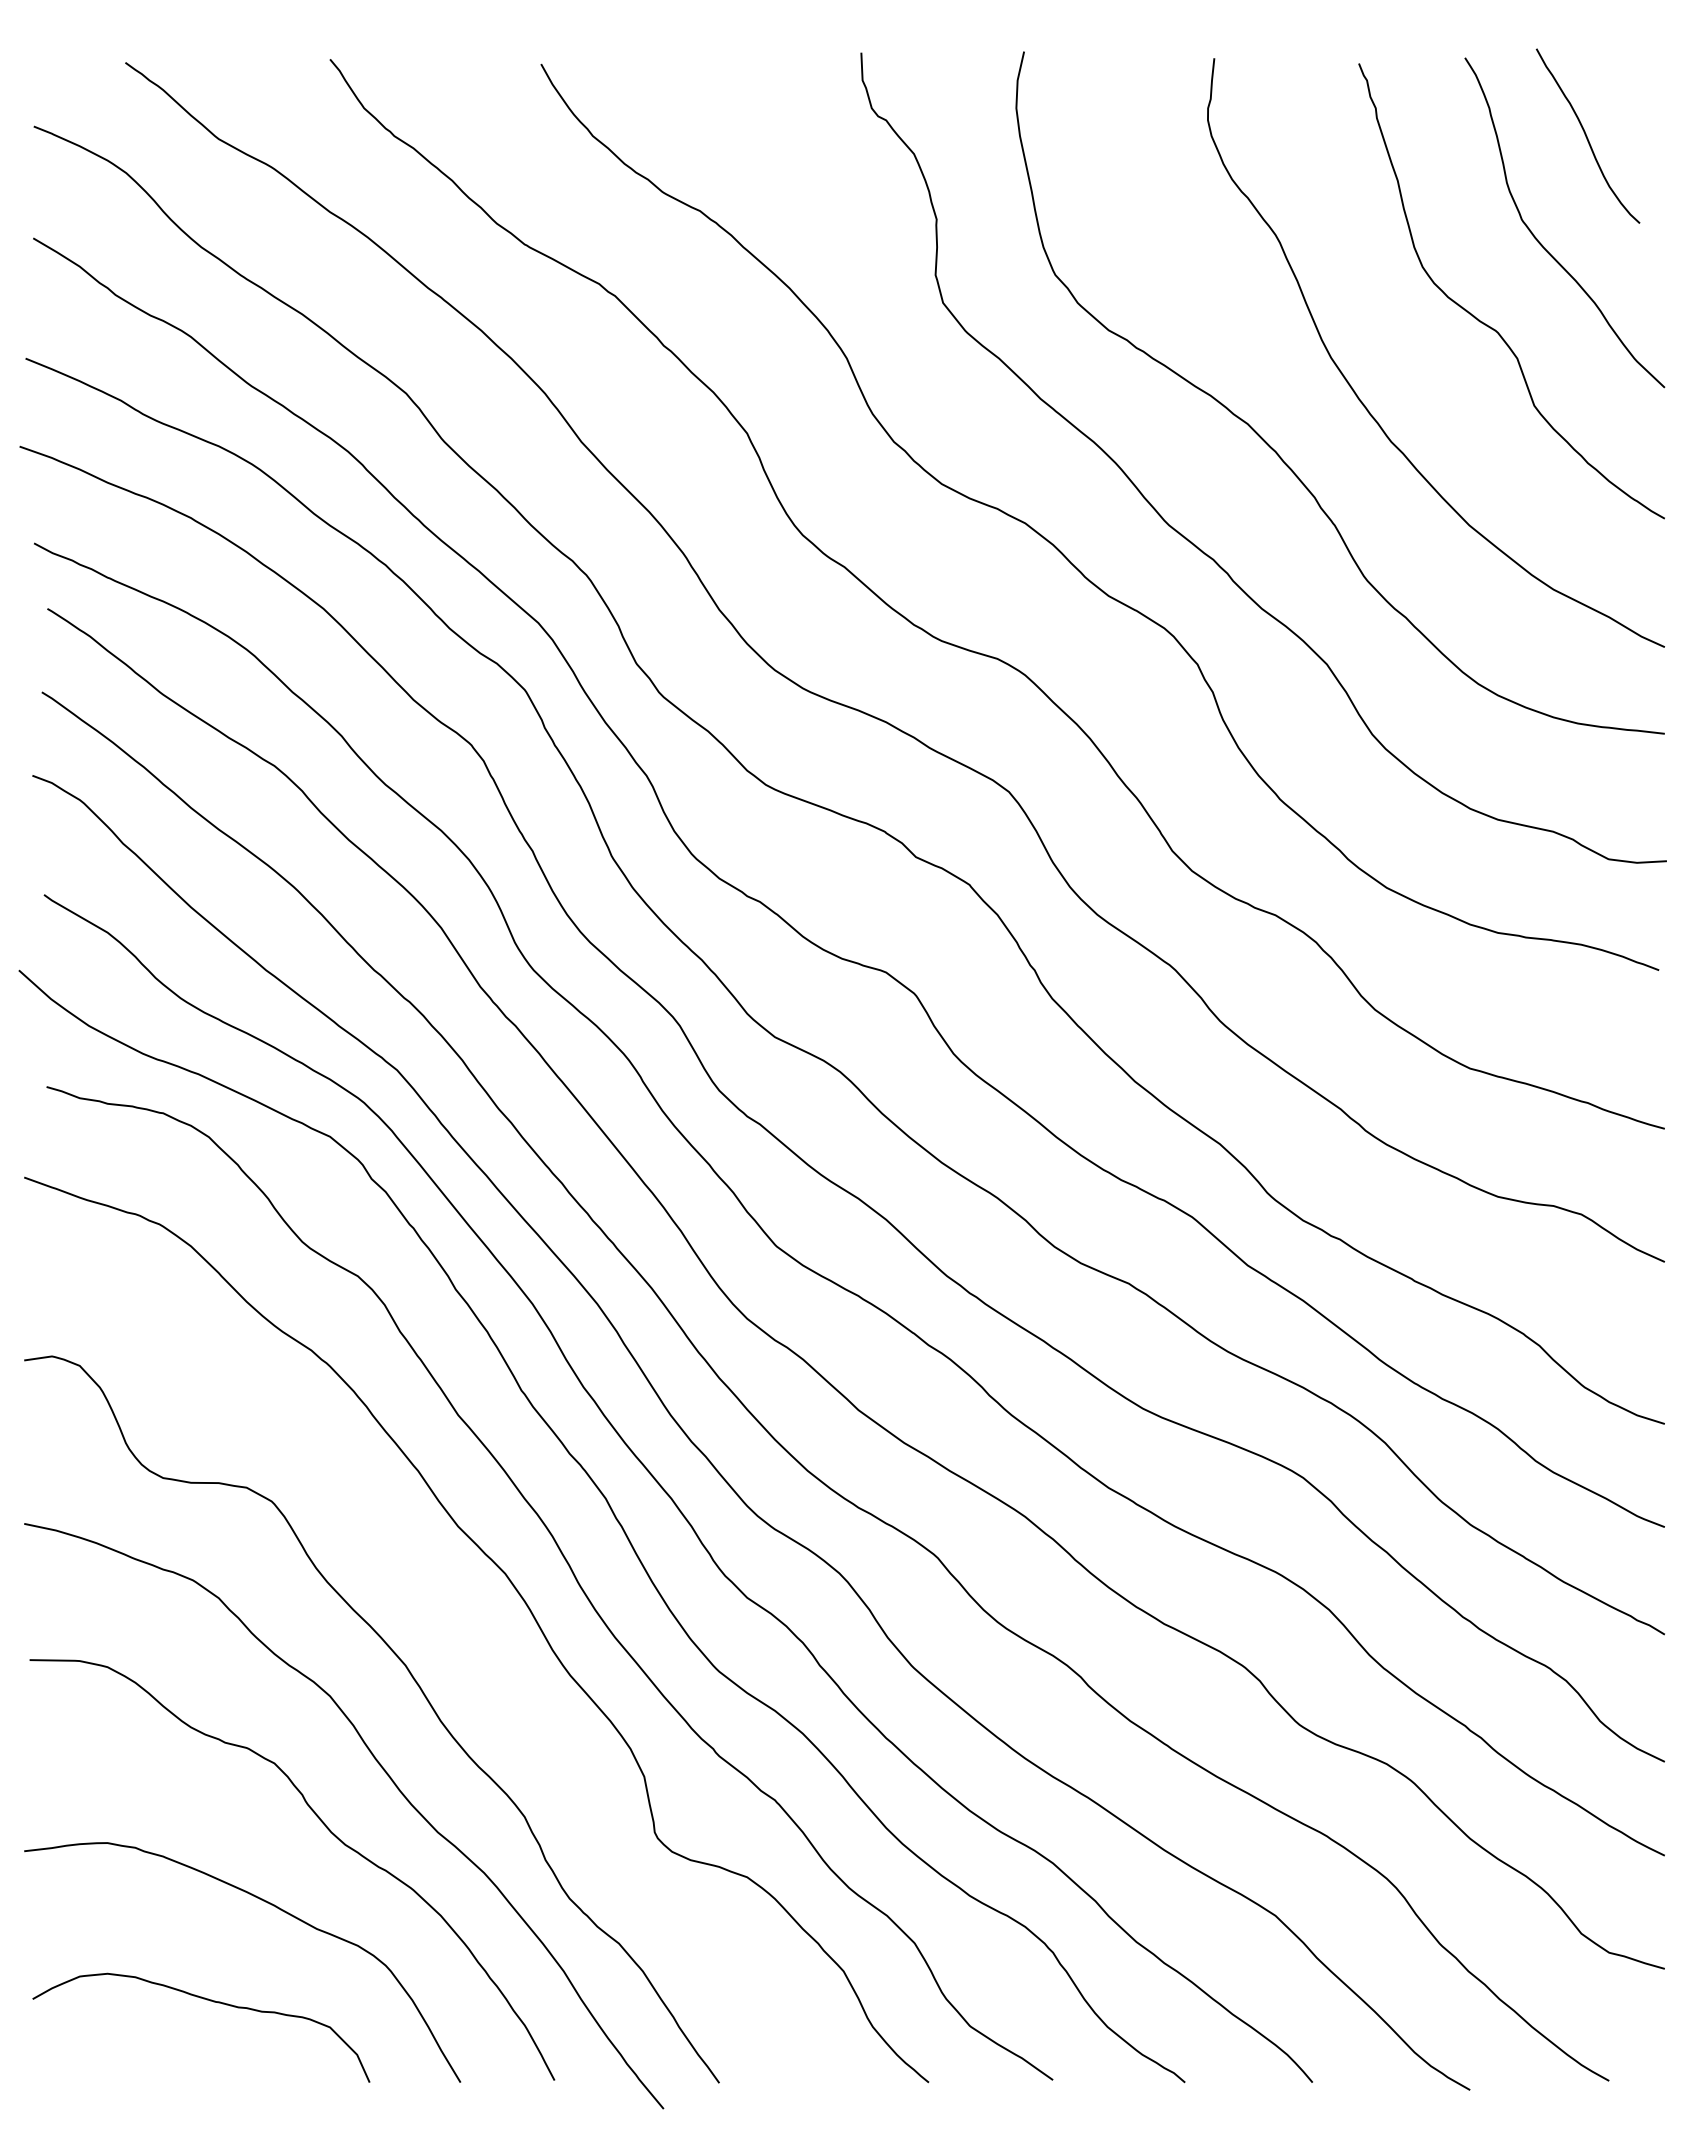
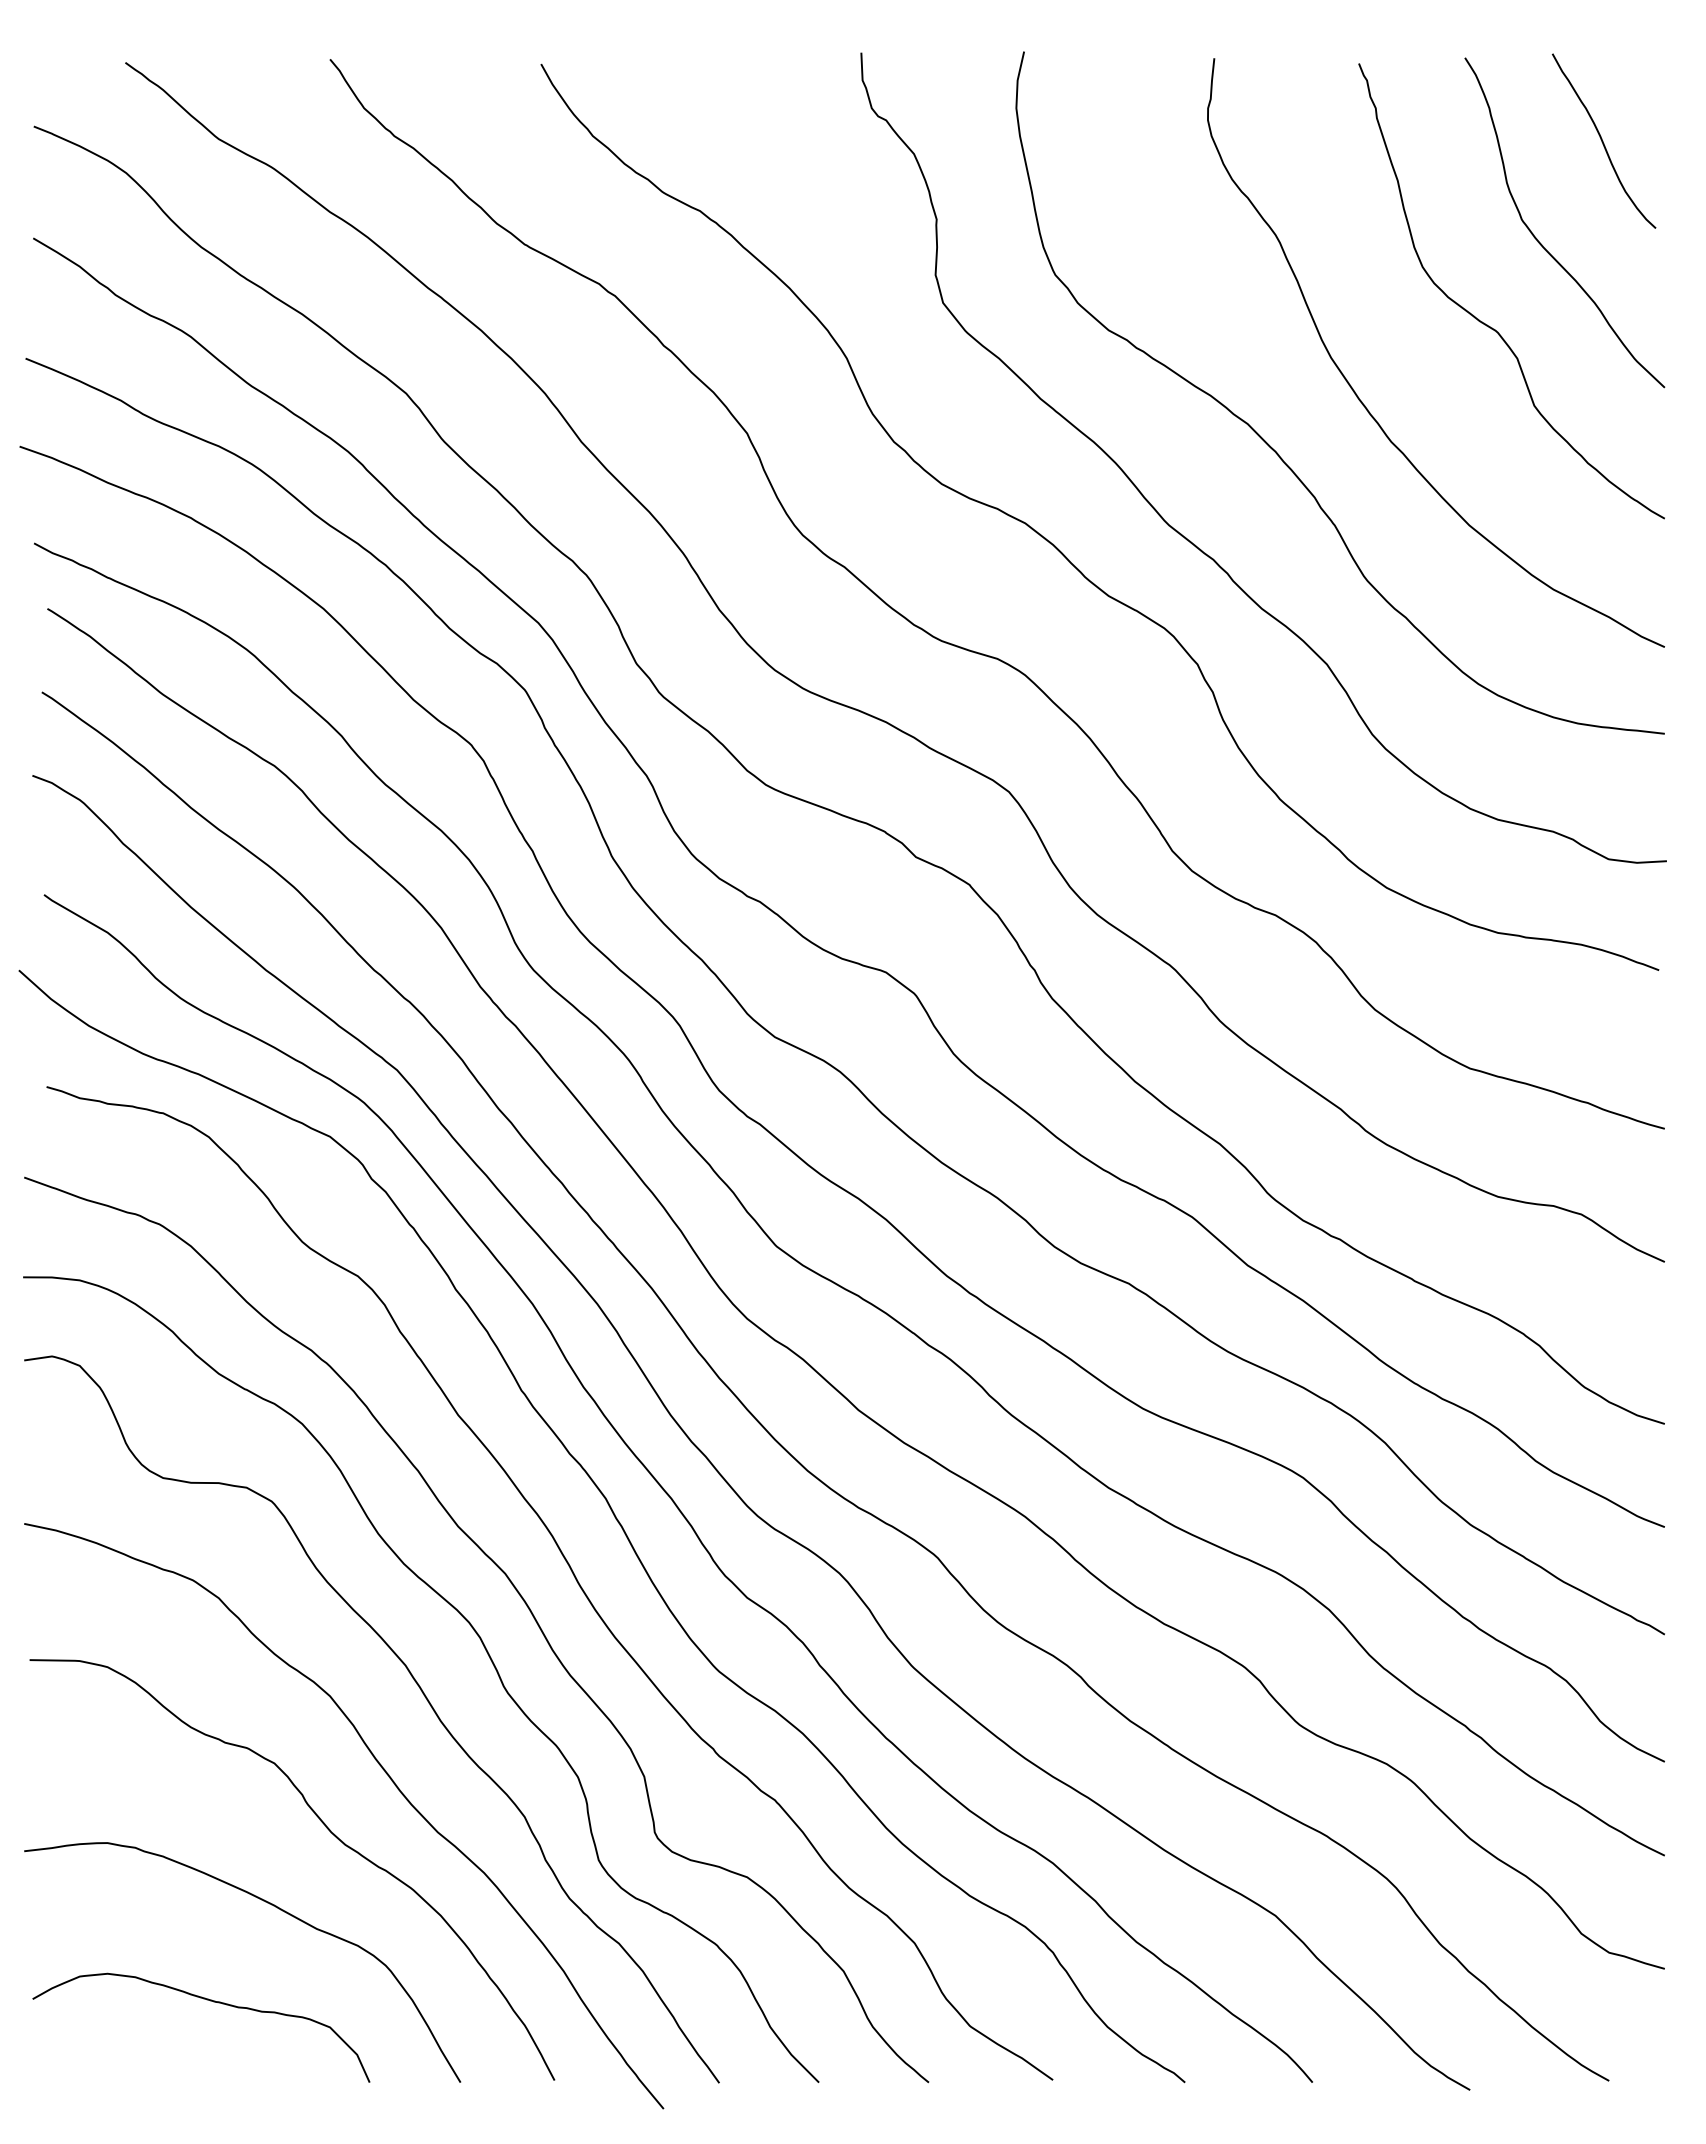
curve at (1586, 135) position: (1586, 135) -> (1602, 140)
curve at (484, 1648): none -> present
